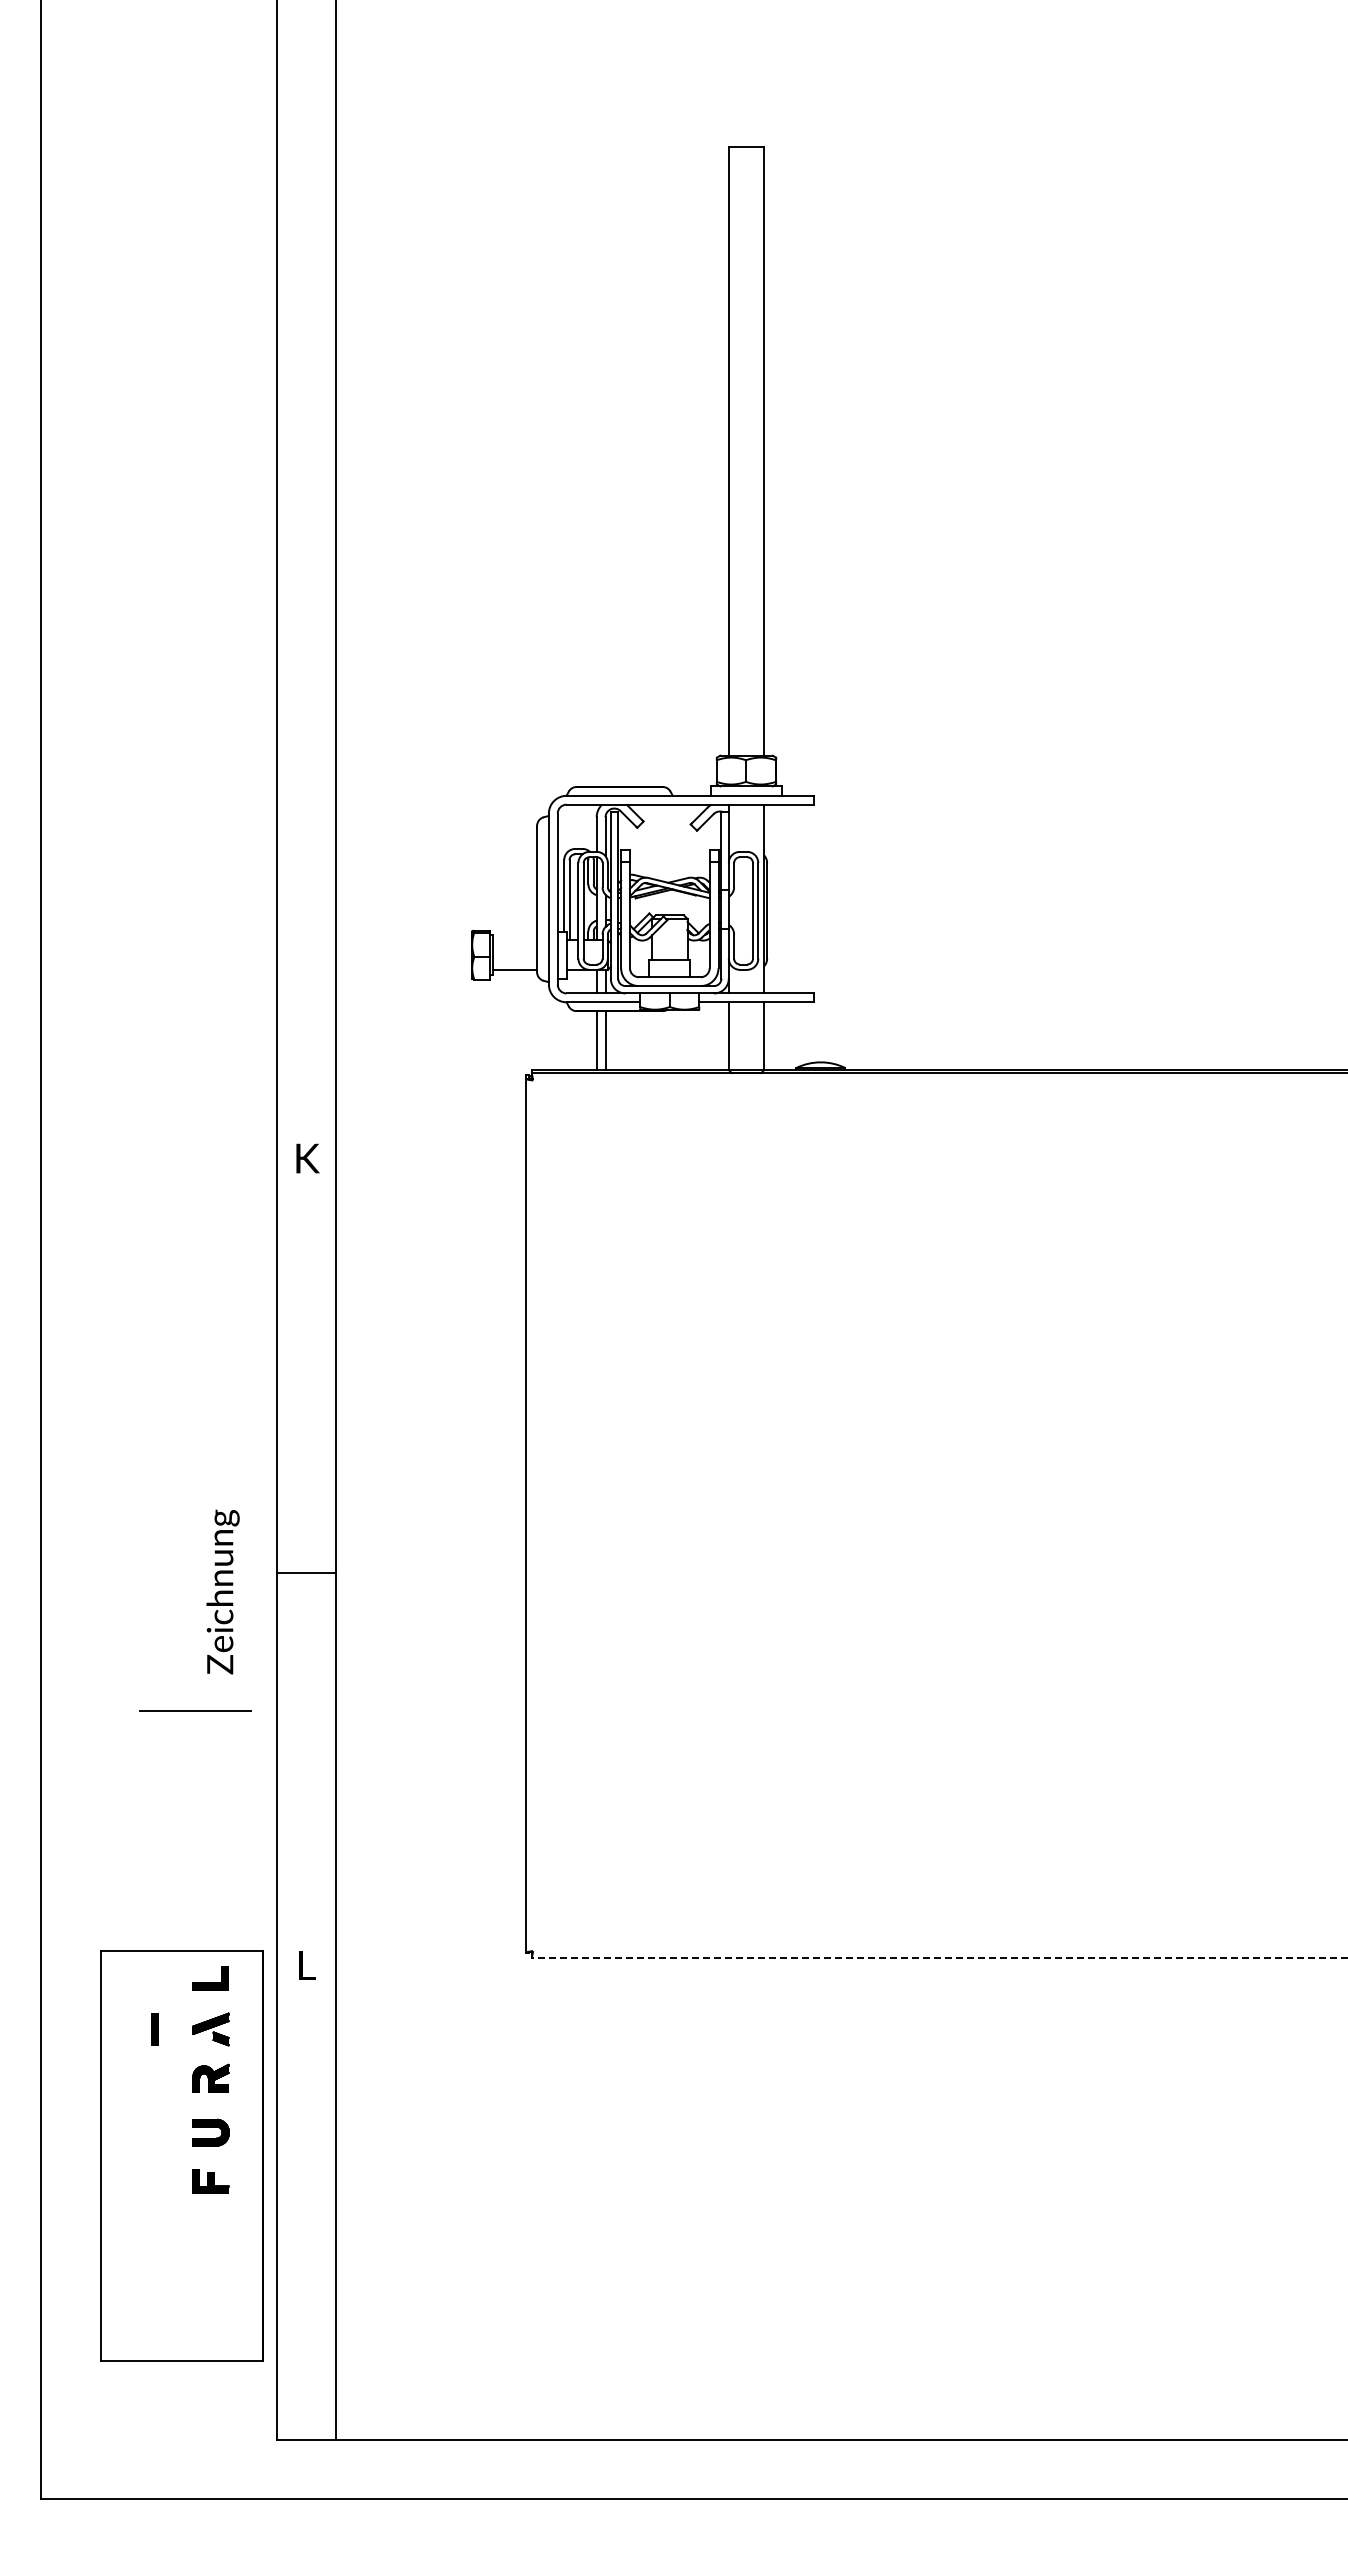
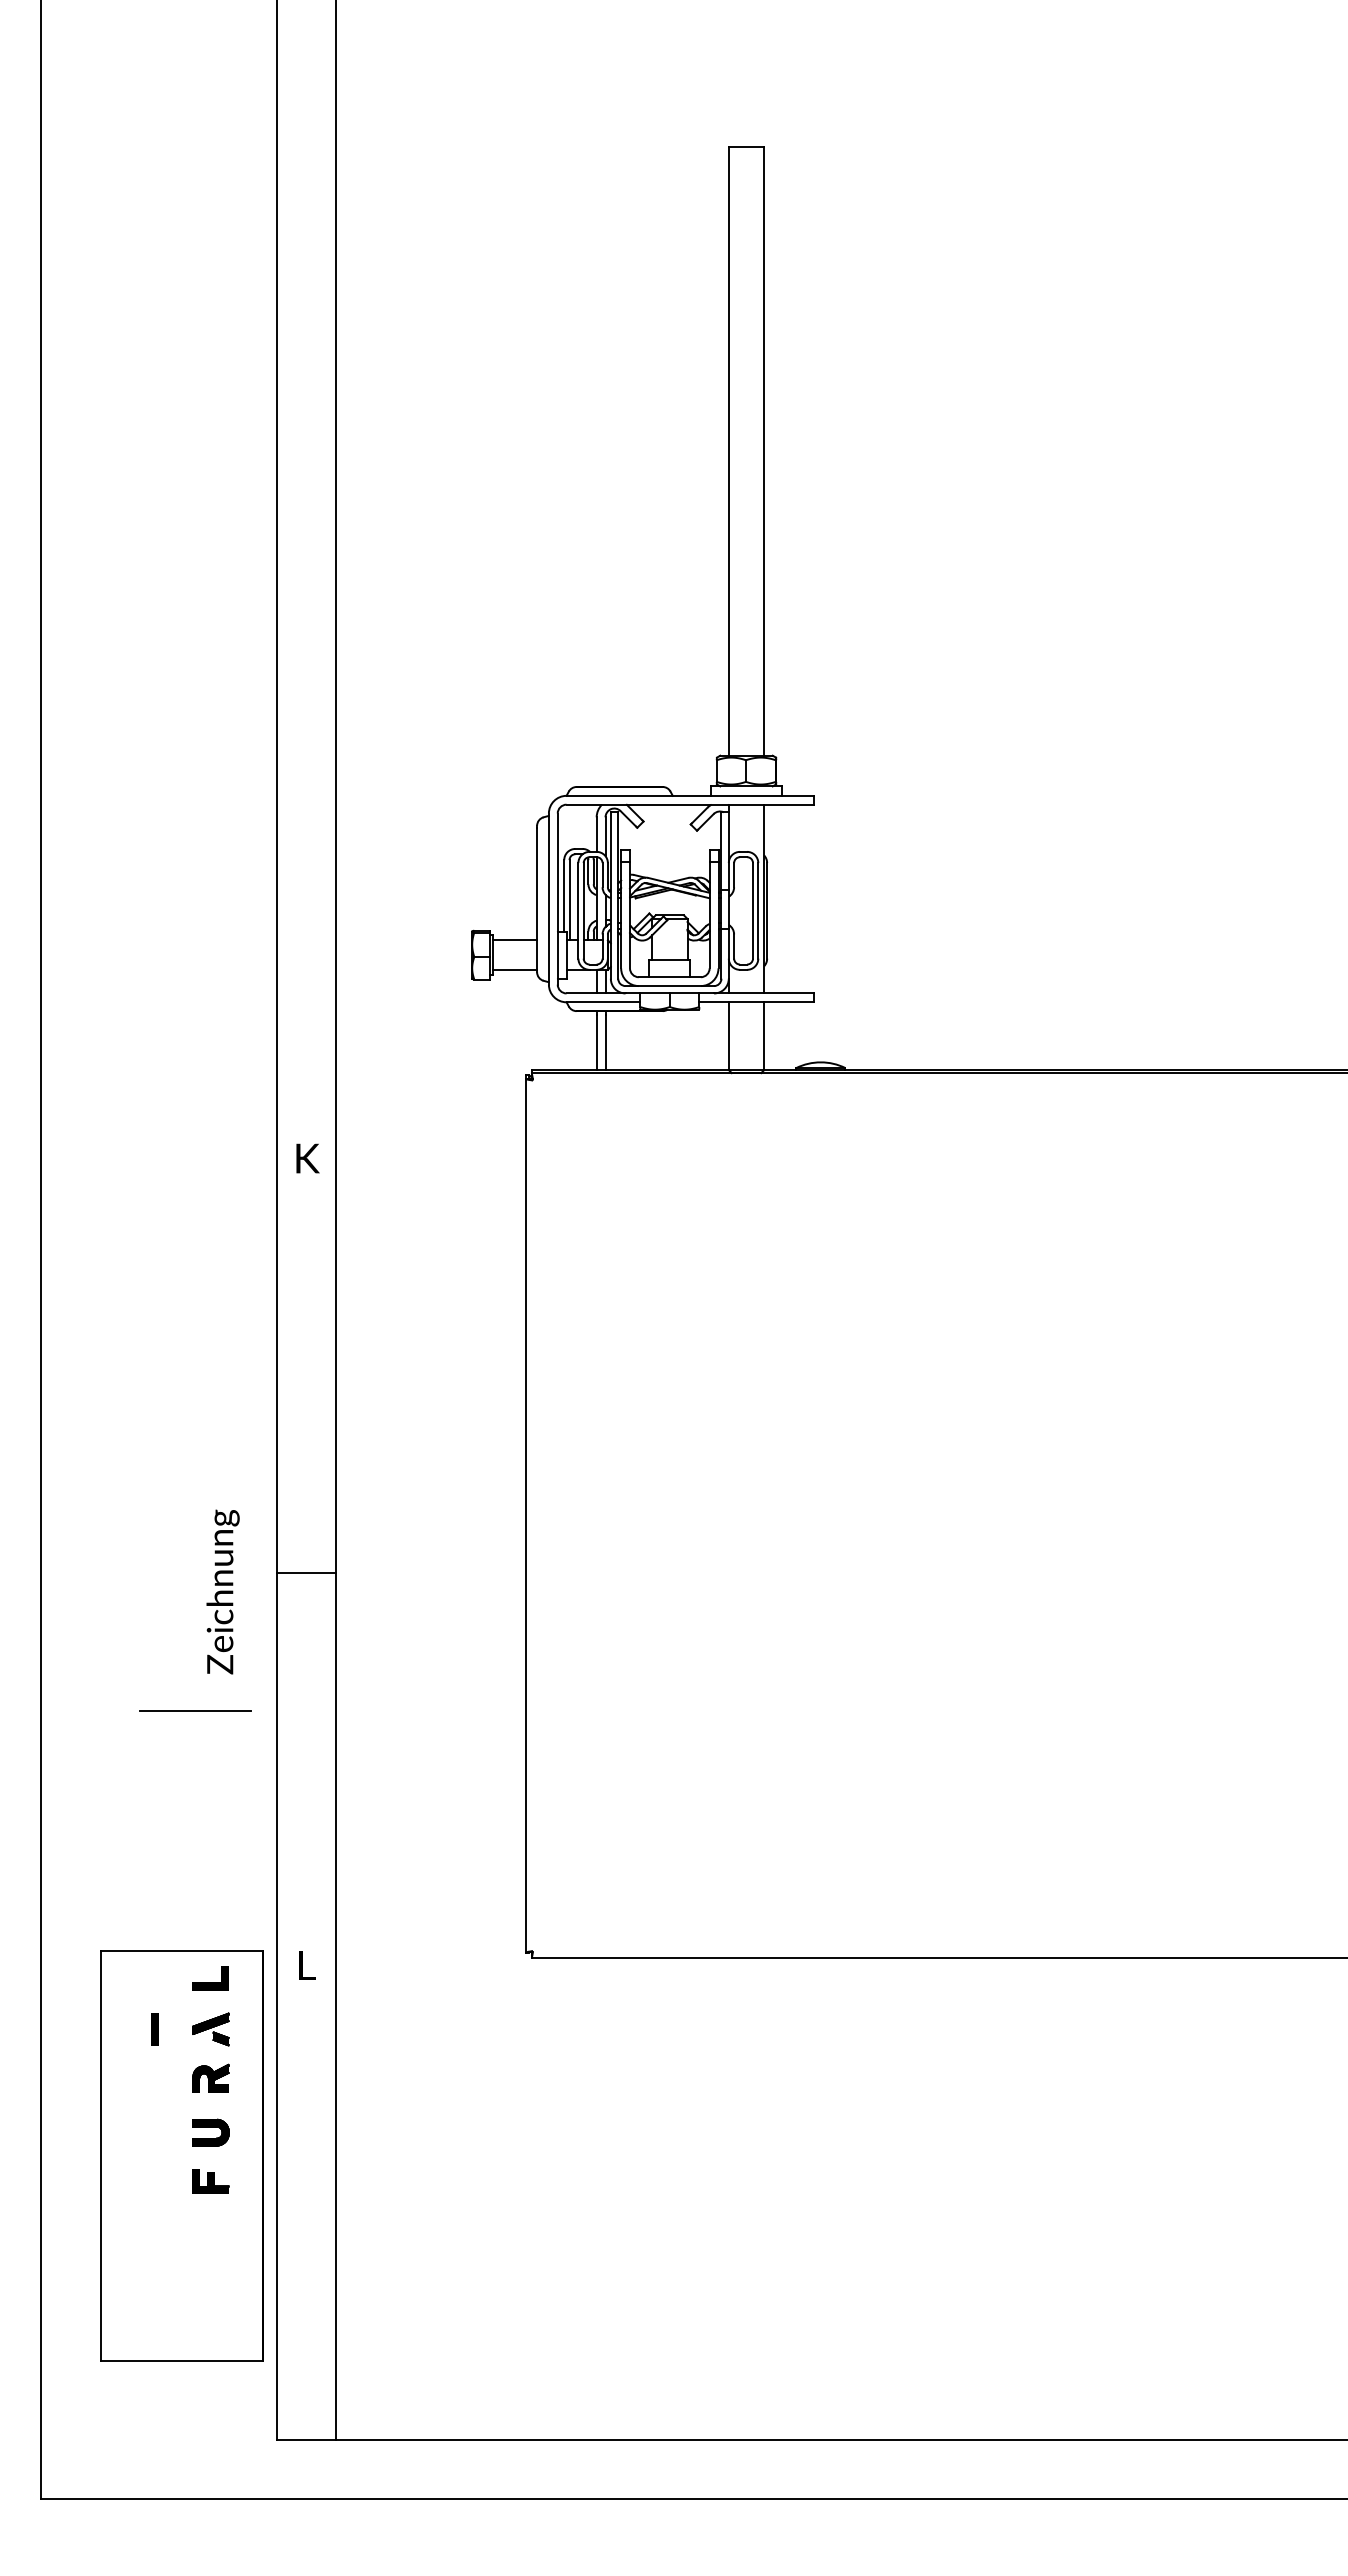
line at (514, 940): none -> present
line at (939, 1958): dashed -> solid
